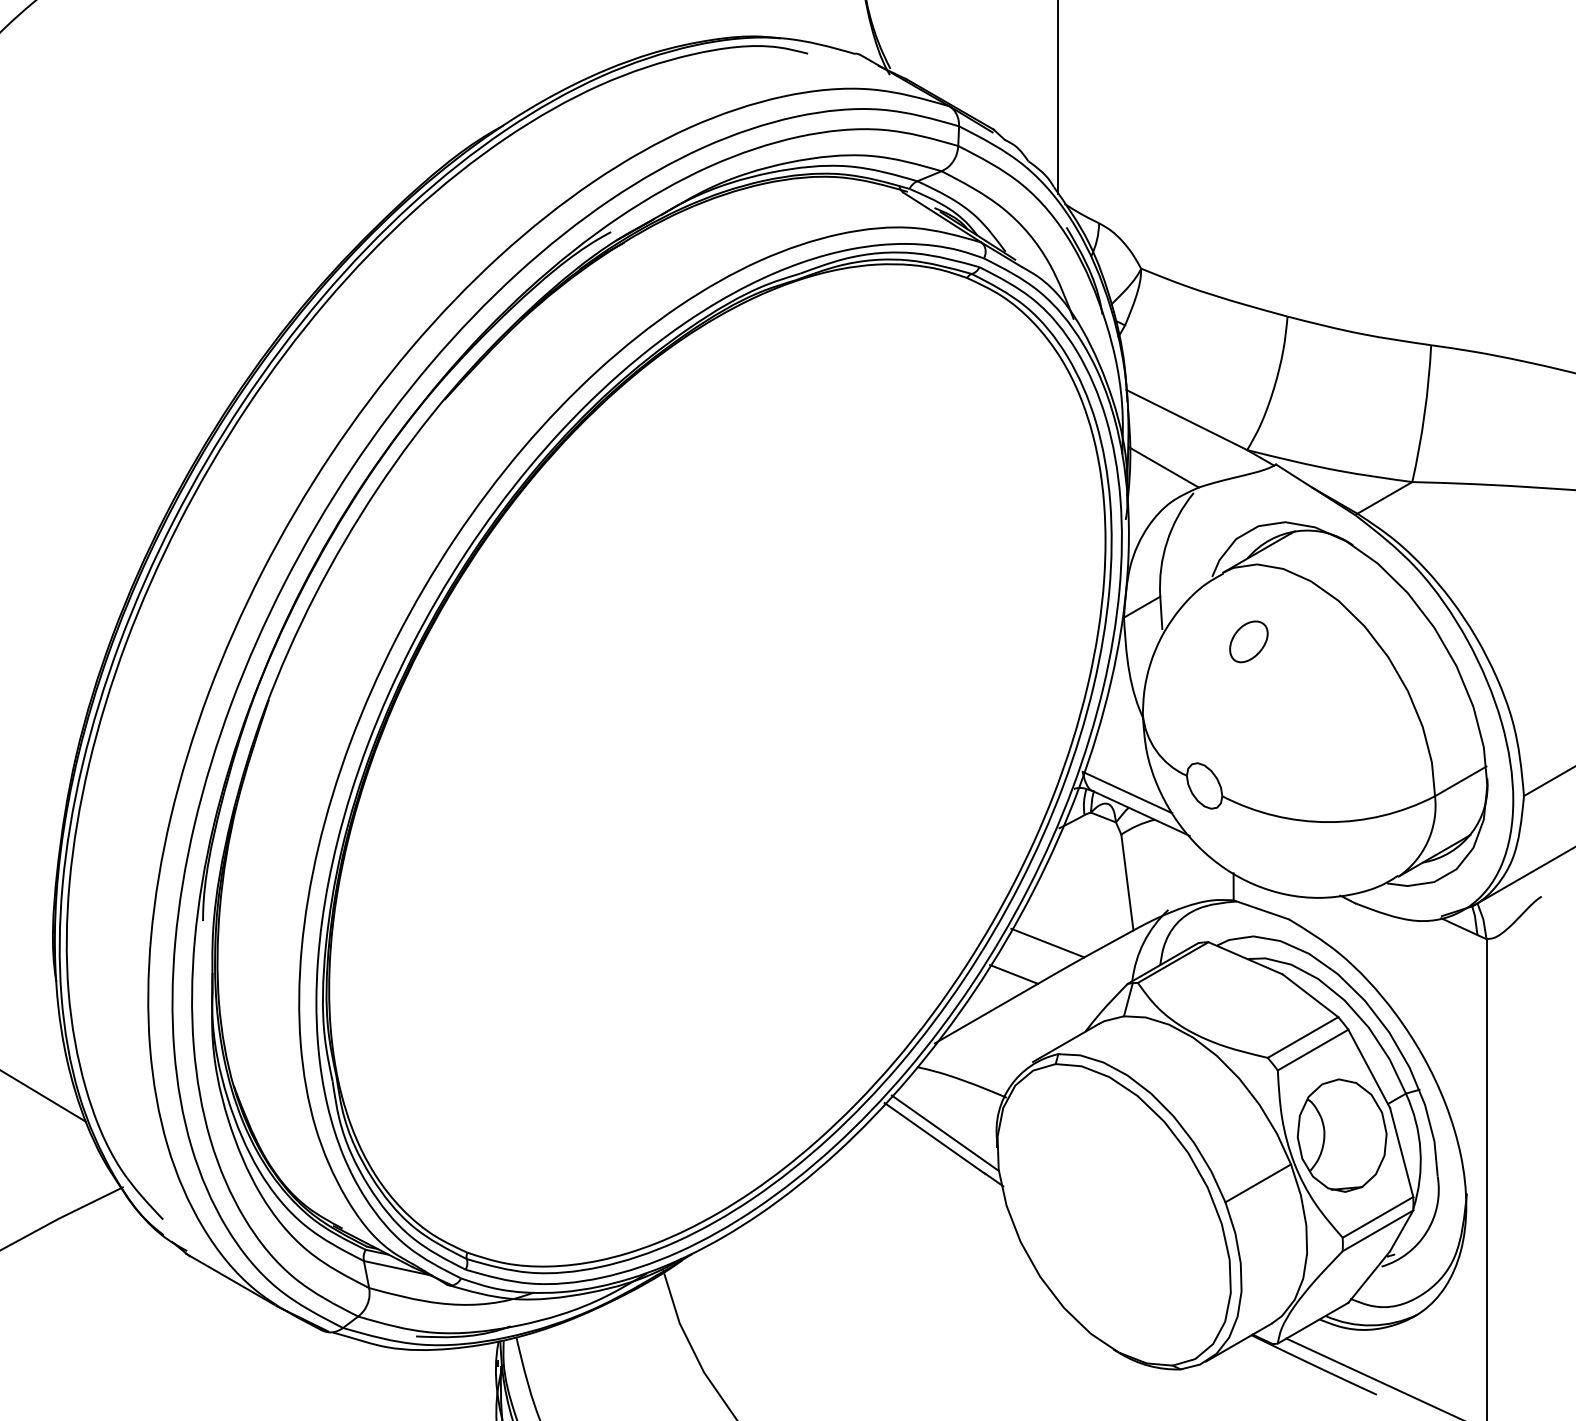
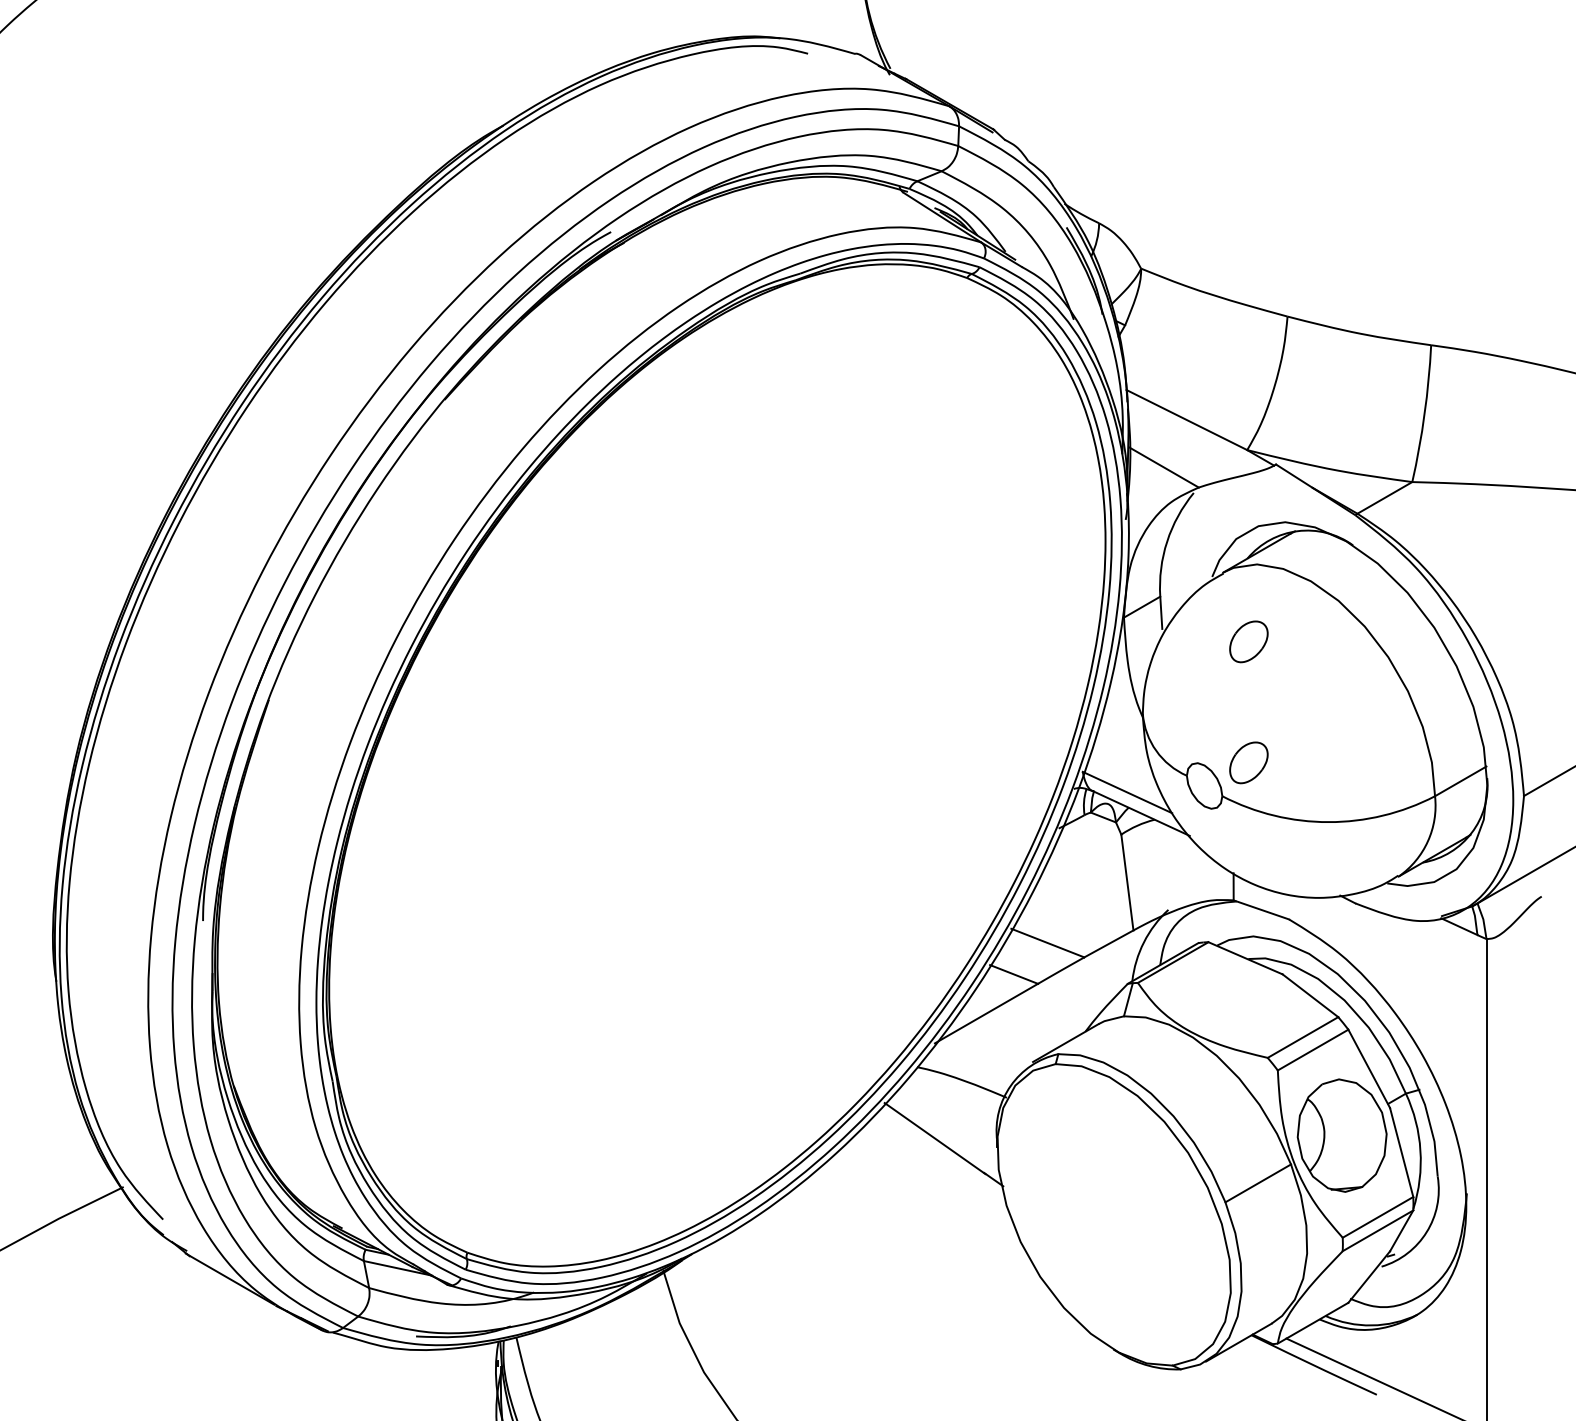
line at (1058, 98): present -> none
part at (1248, 762): none -> present
line at (44, 1096): present -> none
line at (944, 1132): present -> none
